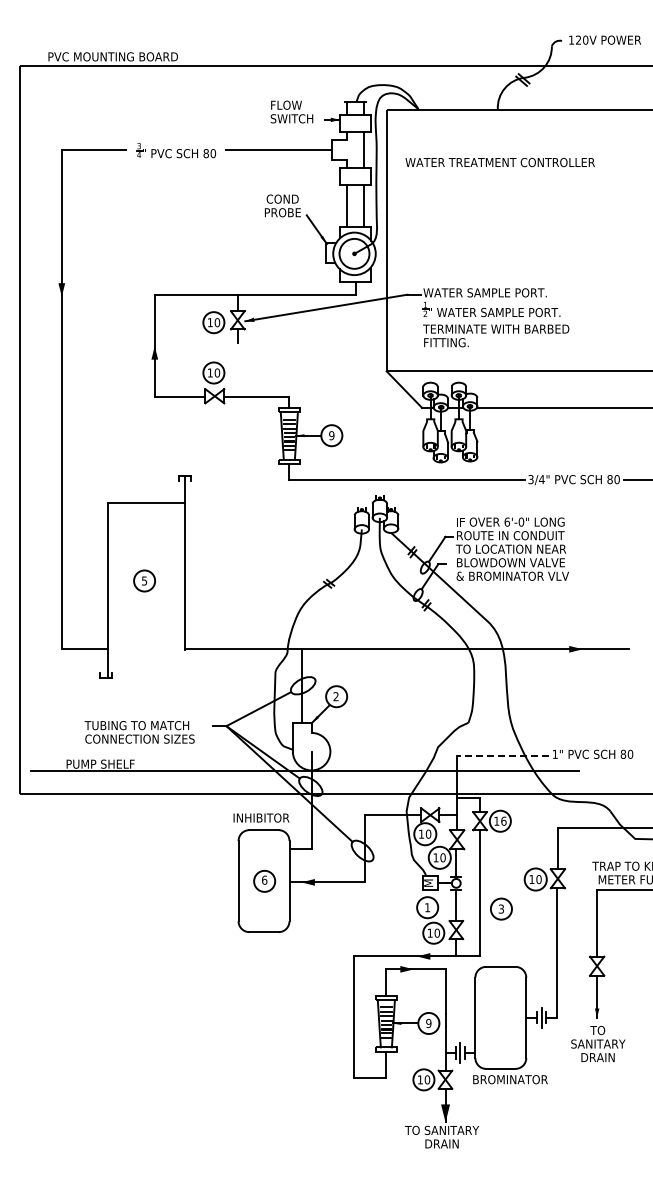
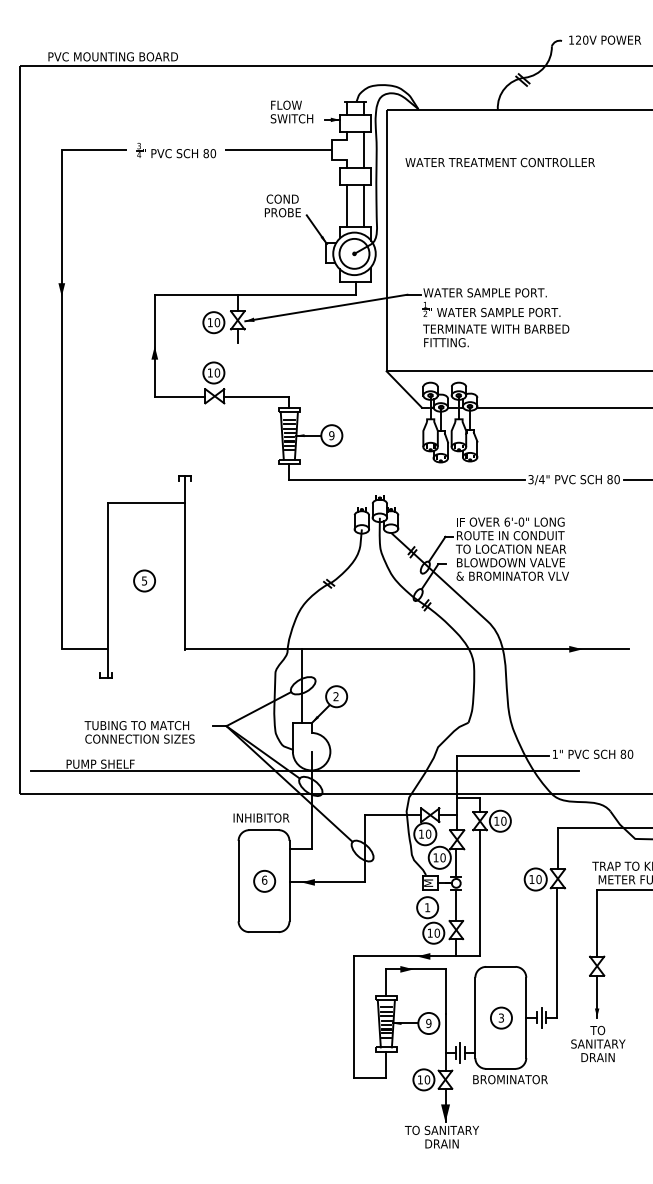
line at (502, 755): dashed -> solid
text at (503, 820): 16 -> 10
part at (501, 908) position: (501, 908) -> (501, 1017)
